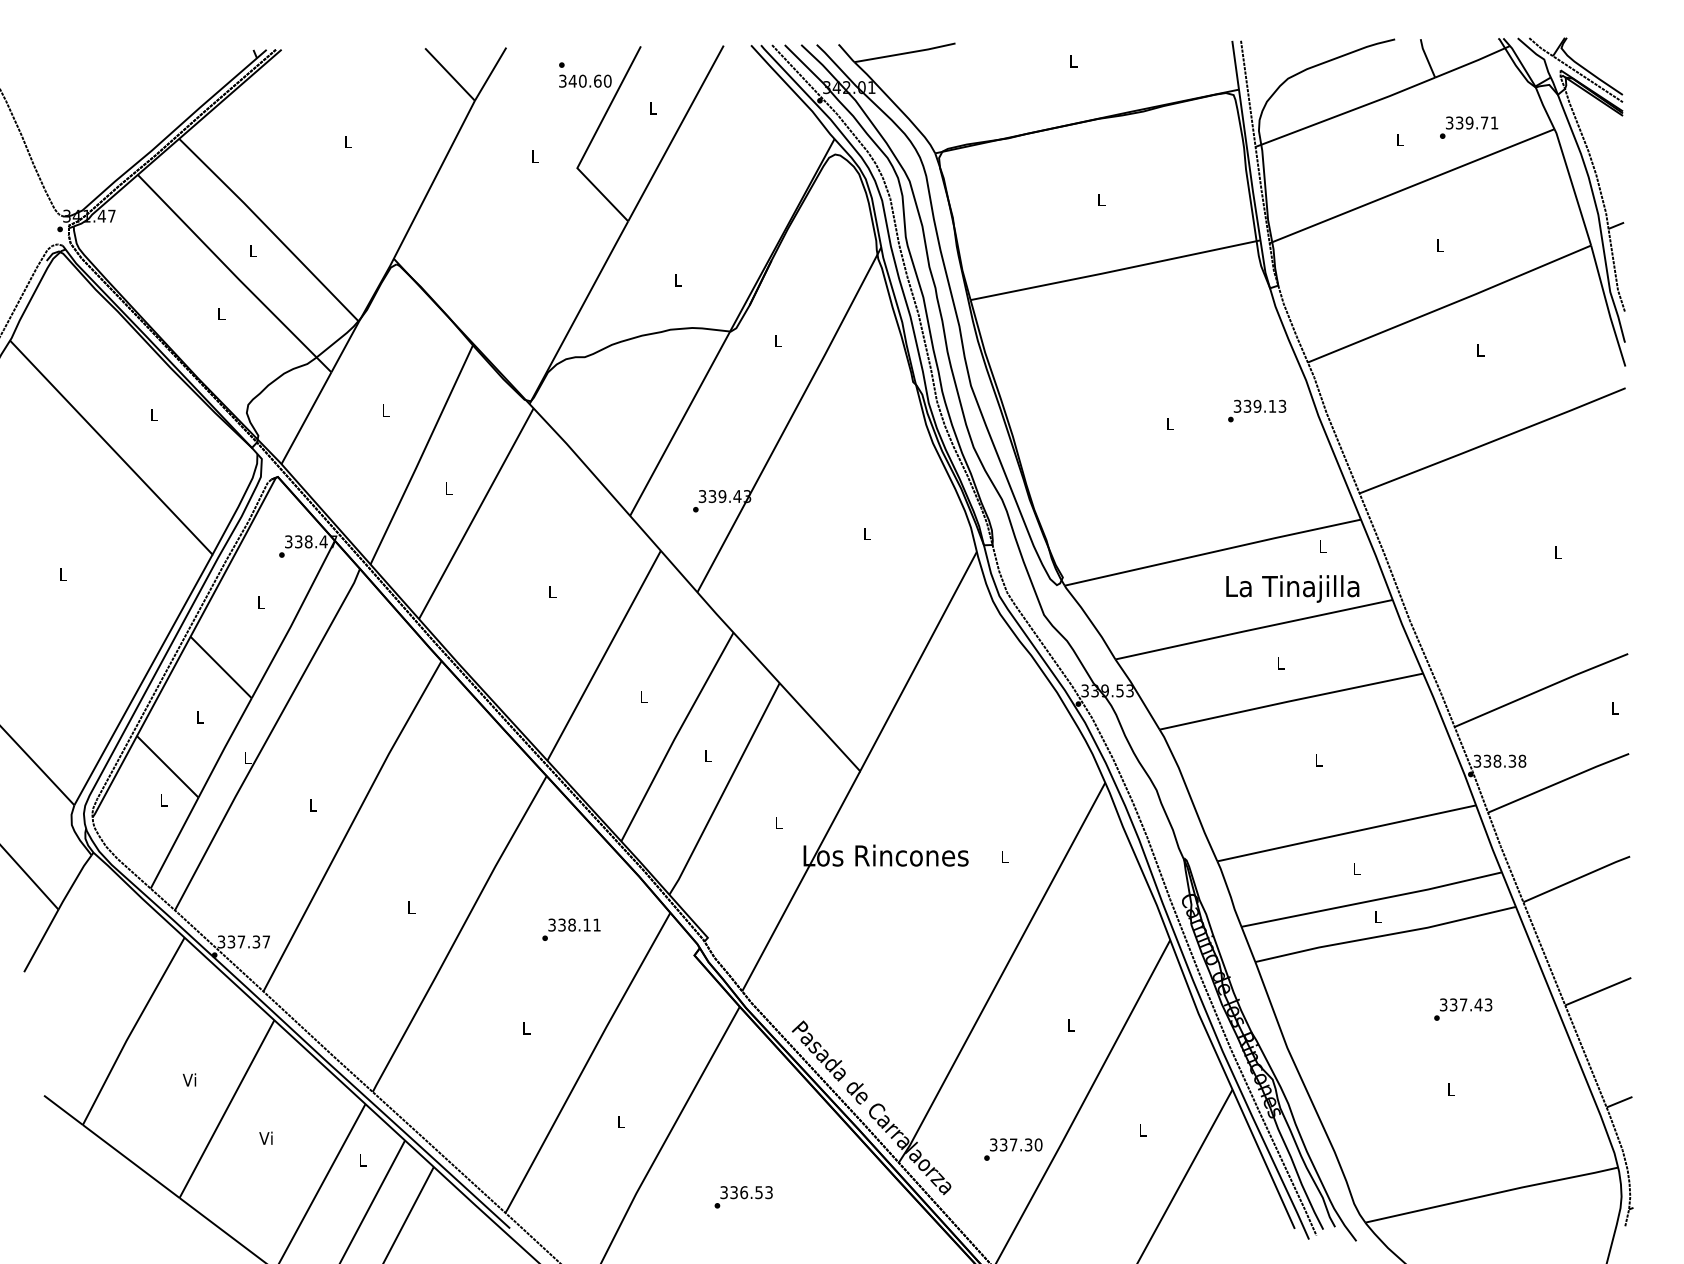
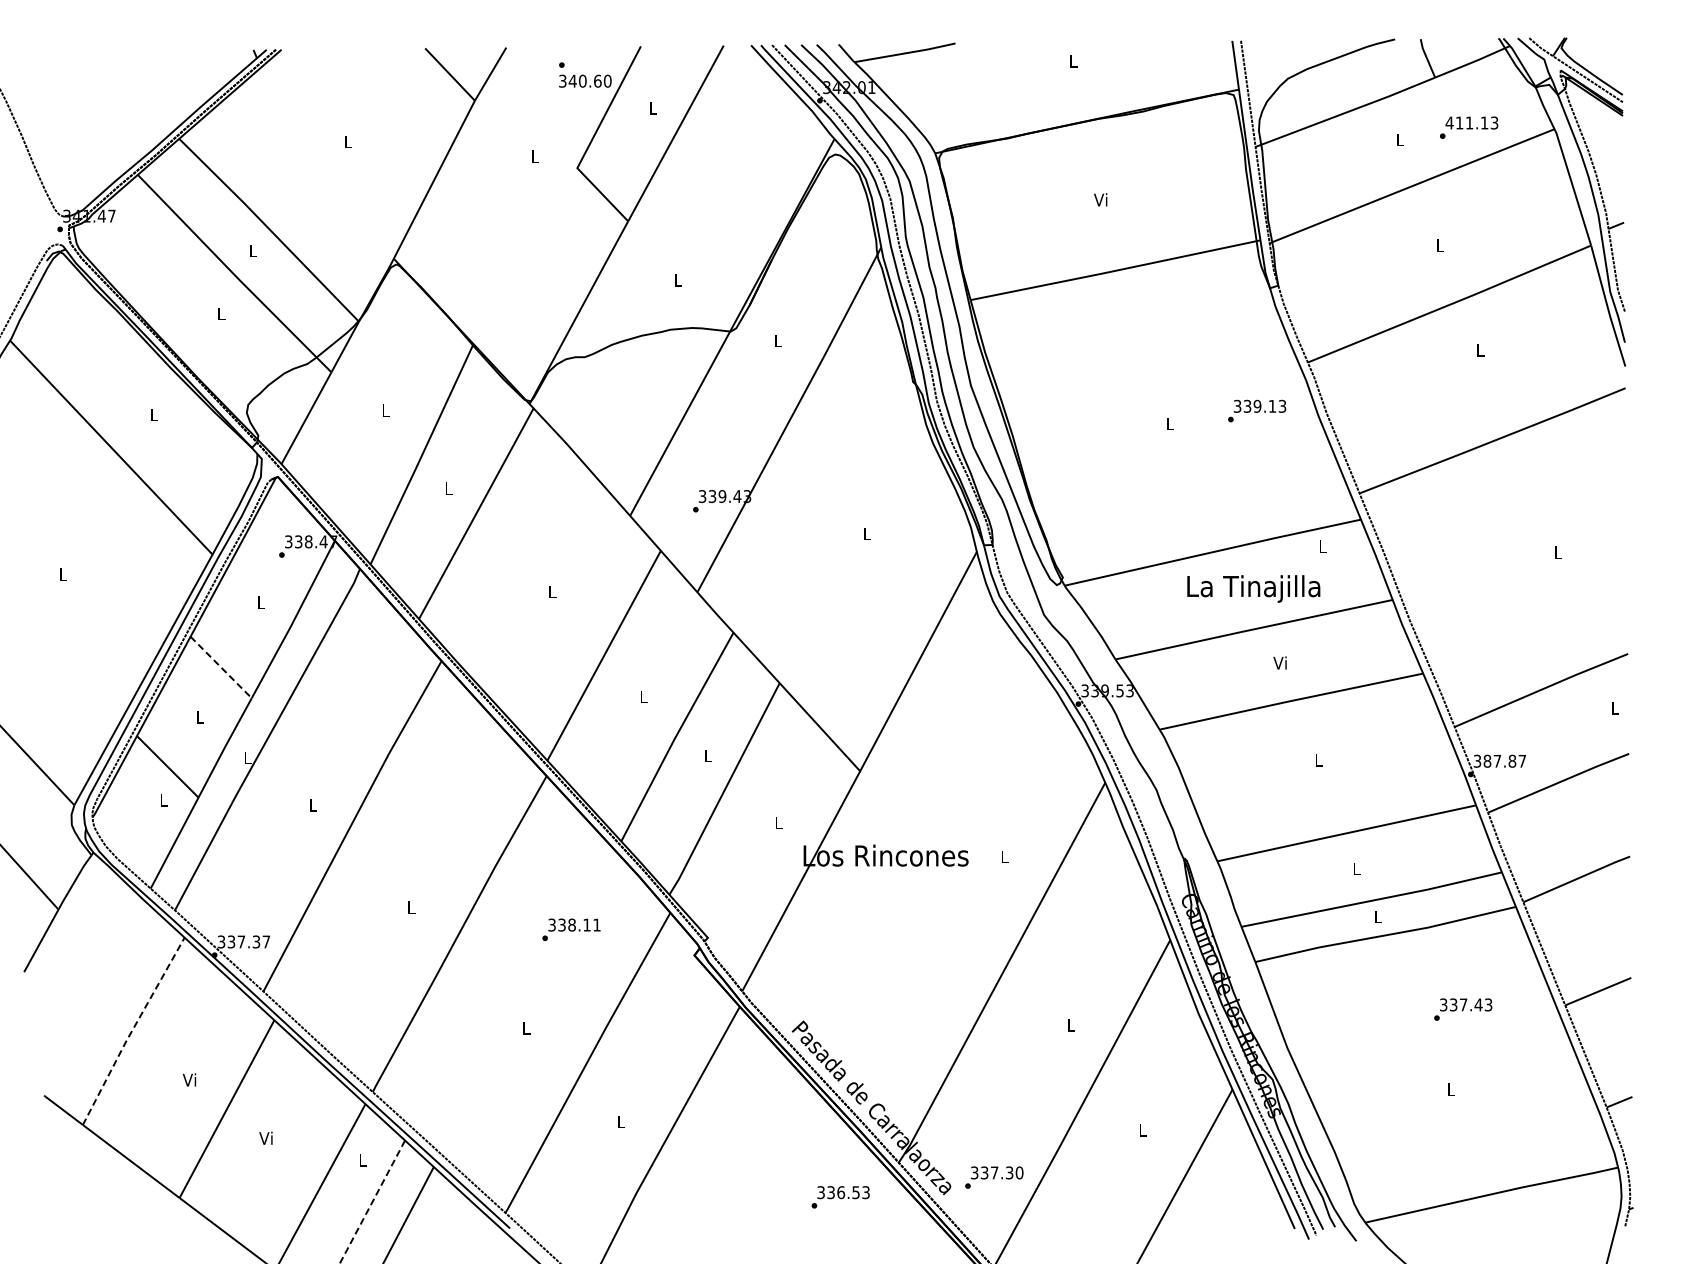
text at (1471, 122): 339.71 -> 411.13
text at (1100, 199): L -> Vi
text at (1292, 588) position: (1292, 588) -> (1253, 588)
text at (1279, 662): L -> Vi
line at (221, 667): solid -> dashed
text at (1504, 760): 338.38 -> 387.87
line at (132, 1030): solid -> dashed
text at (1013, 1149) position: (1013, 1149) -> (994, 1177)
text at (743, 1197) position: (743, 1197) -> (840, 1197)
line at (372, 1202): solid -> dashed
